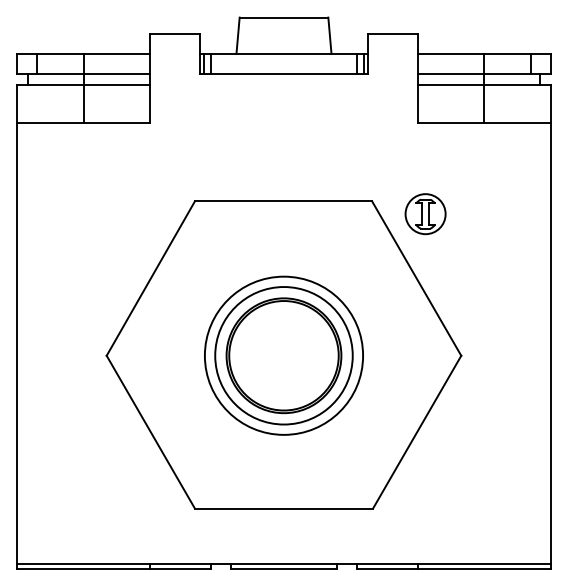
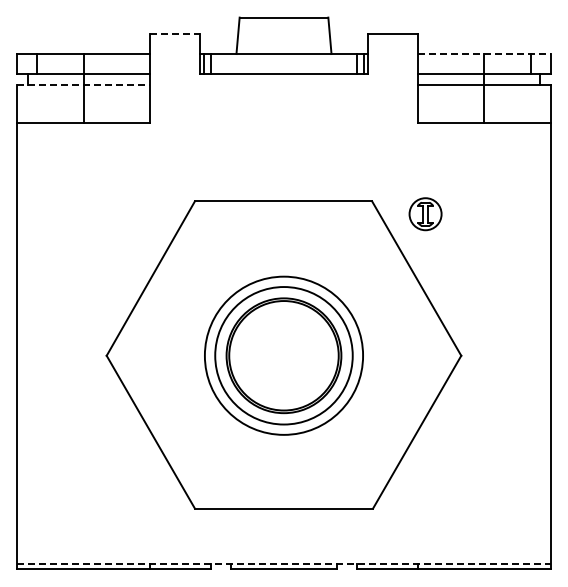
line at (175, 34): solid -> dashed
line at (484, 54): solid -> dashed
line at (83, 84): solid -> dashed
part at (425, 214) size: 43x43 px -> 35x35 px
line at (284, 564): solid -> dashed
